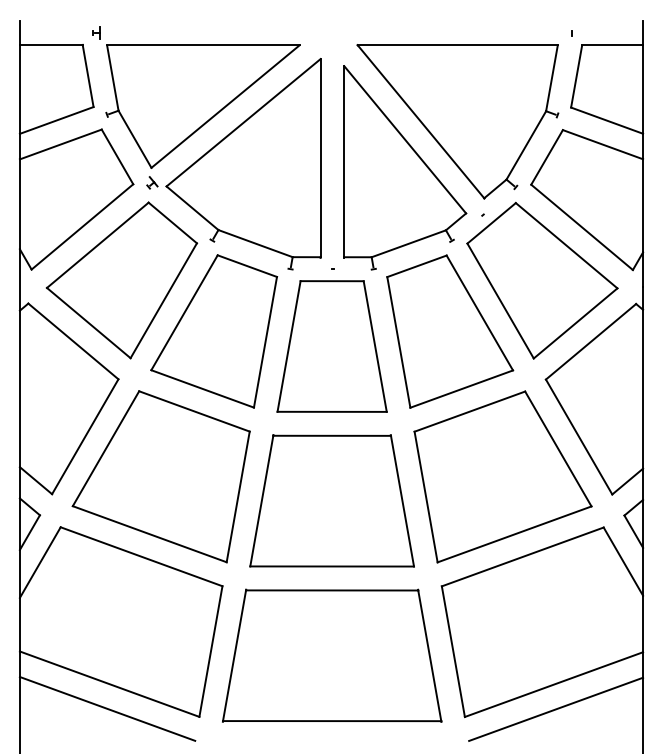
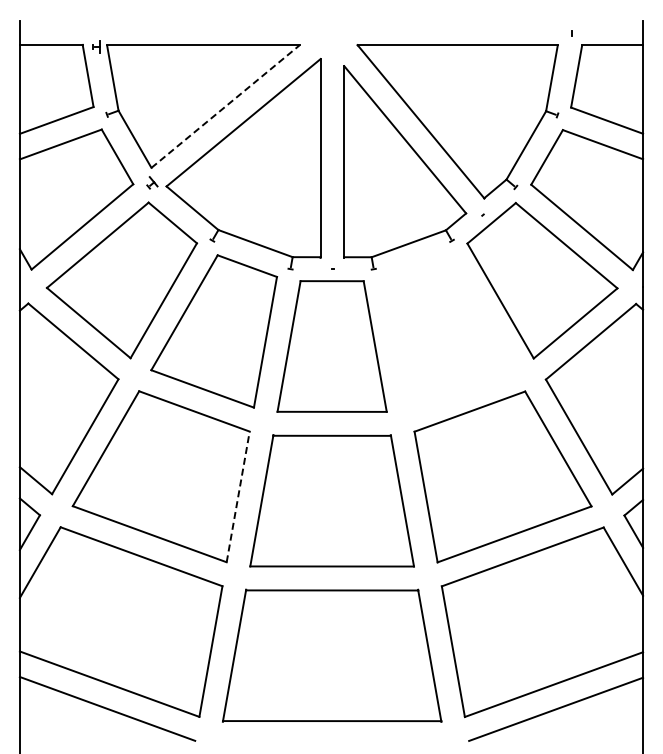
part at (96, 32) position: (96, 32) -> (96, 46)
line at (225, 106): solid -> dashed
part at (450, 331): present -> none
line at (238, 496): solid -> dashed
